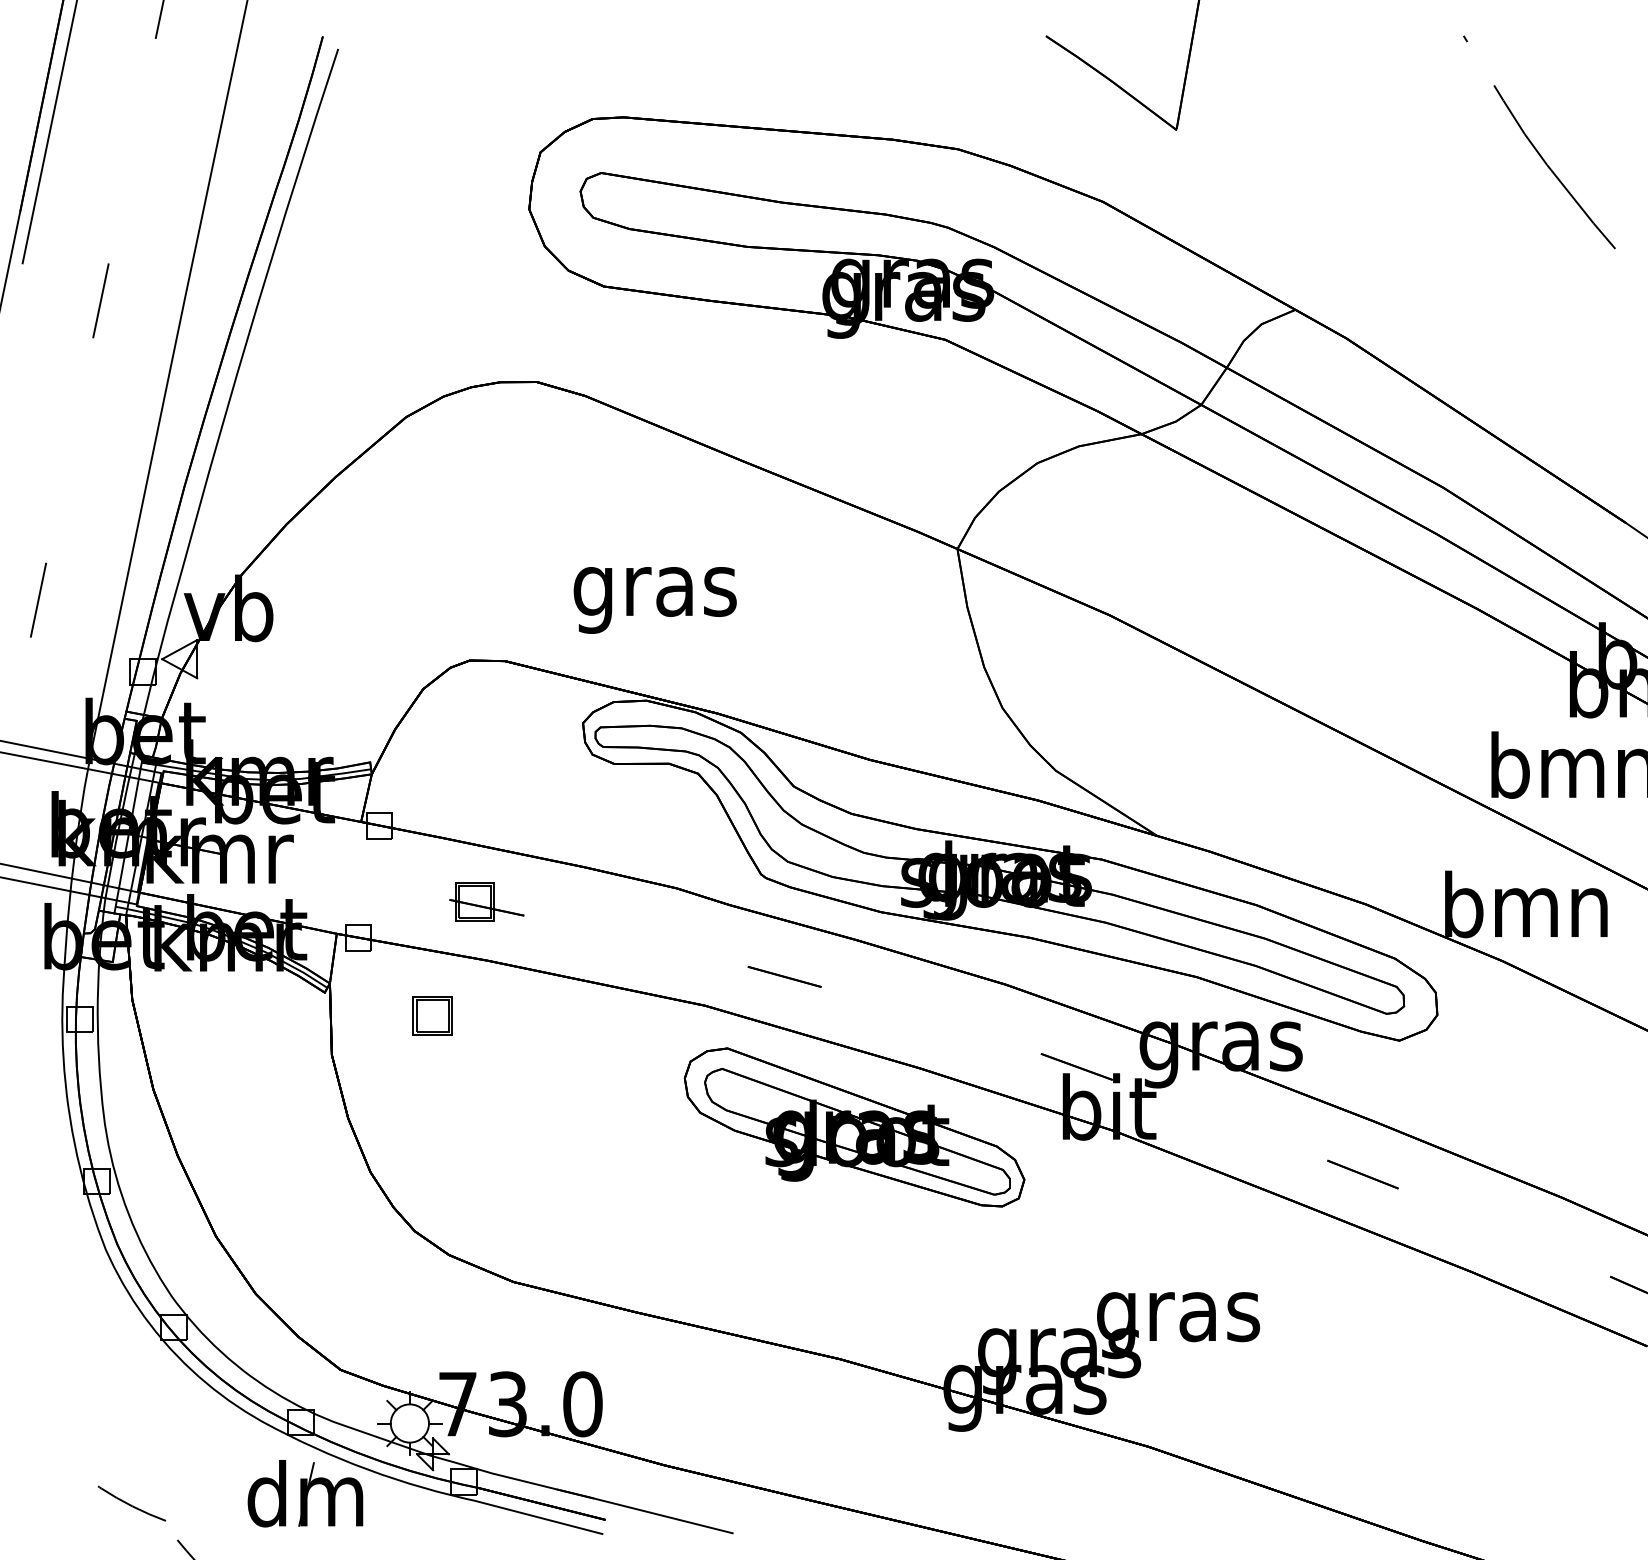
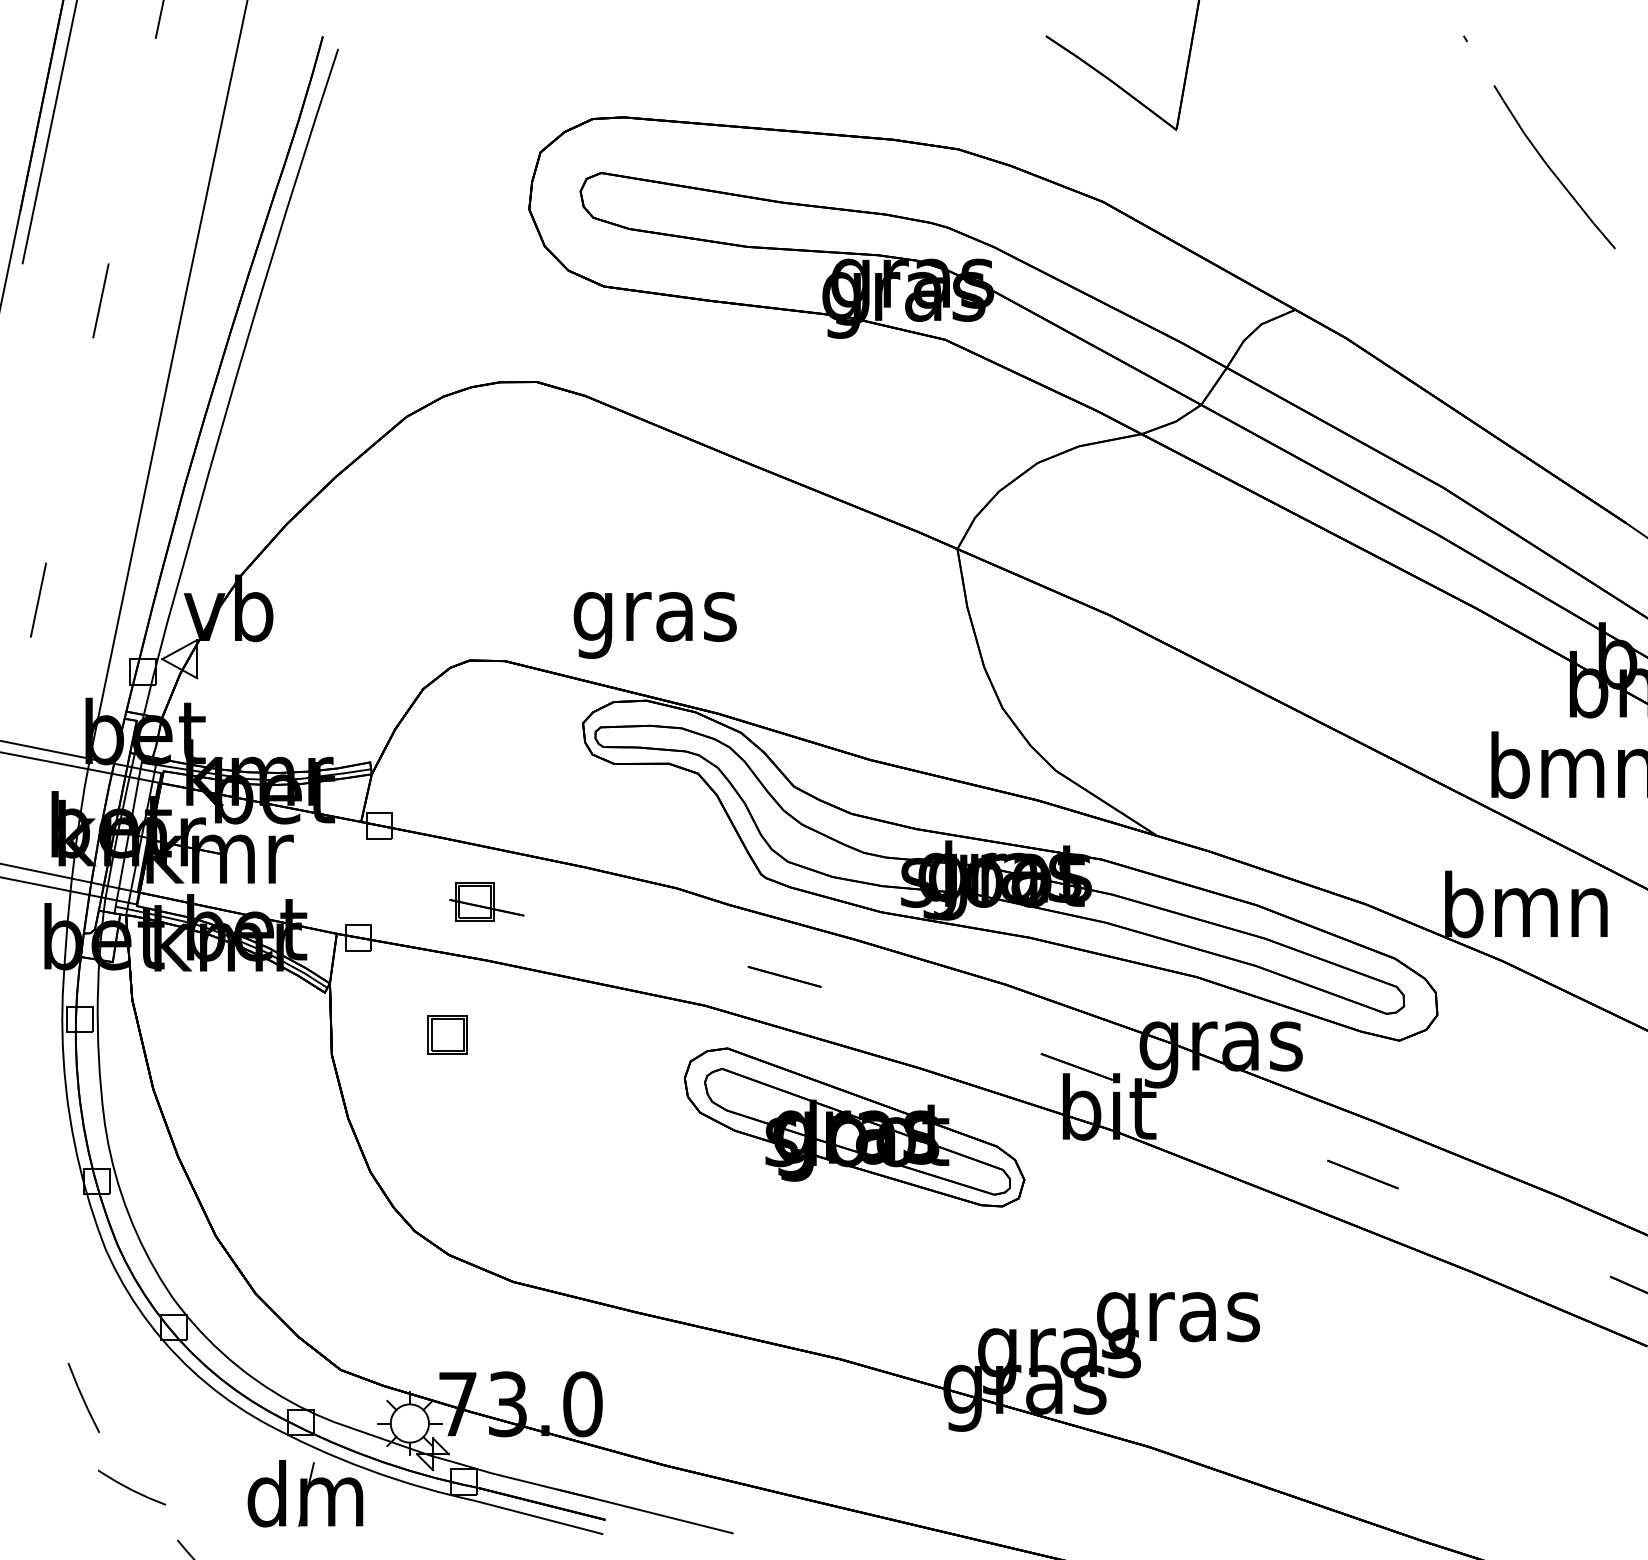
text at (654, 600) position: (654, 600) -> (654, 625)
part at (432, 1015) position: (432, 1015) -> (447, 1034)
line at (83, 1397): none -> present
curve at (131, 1504) position: (131, 1504) -> (131, 1488)
